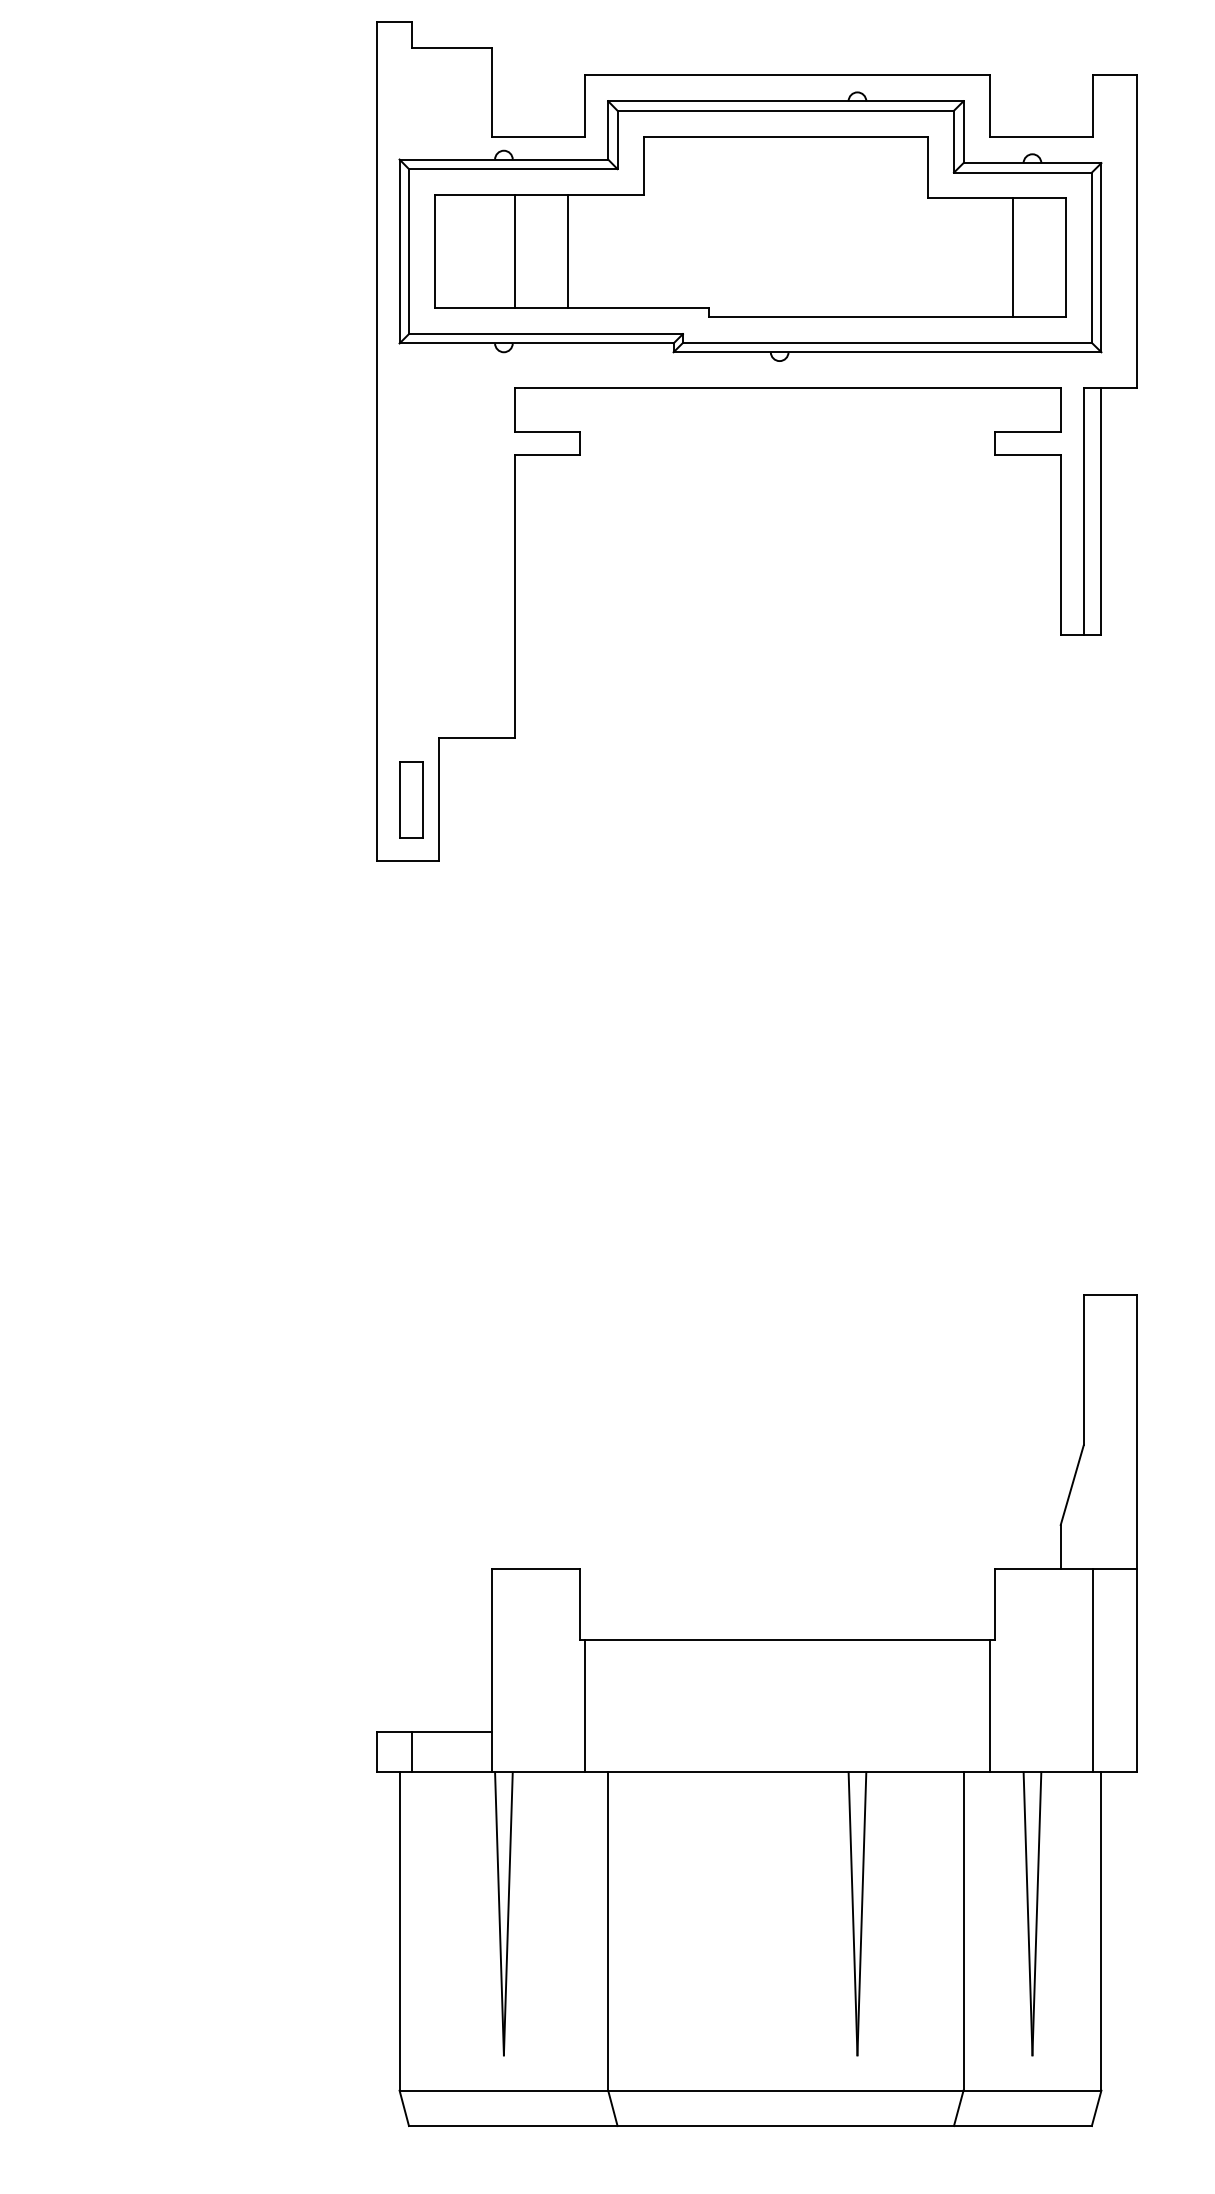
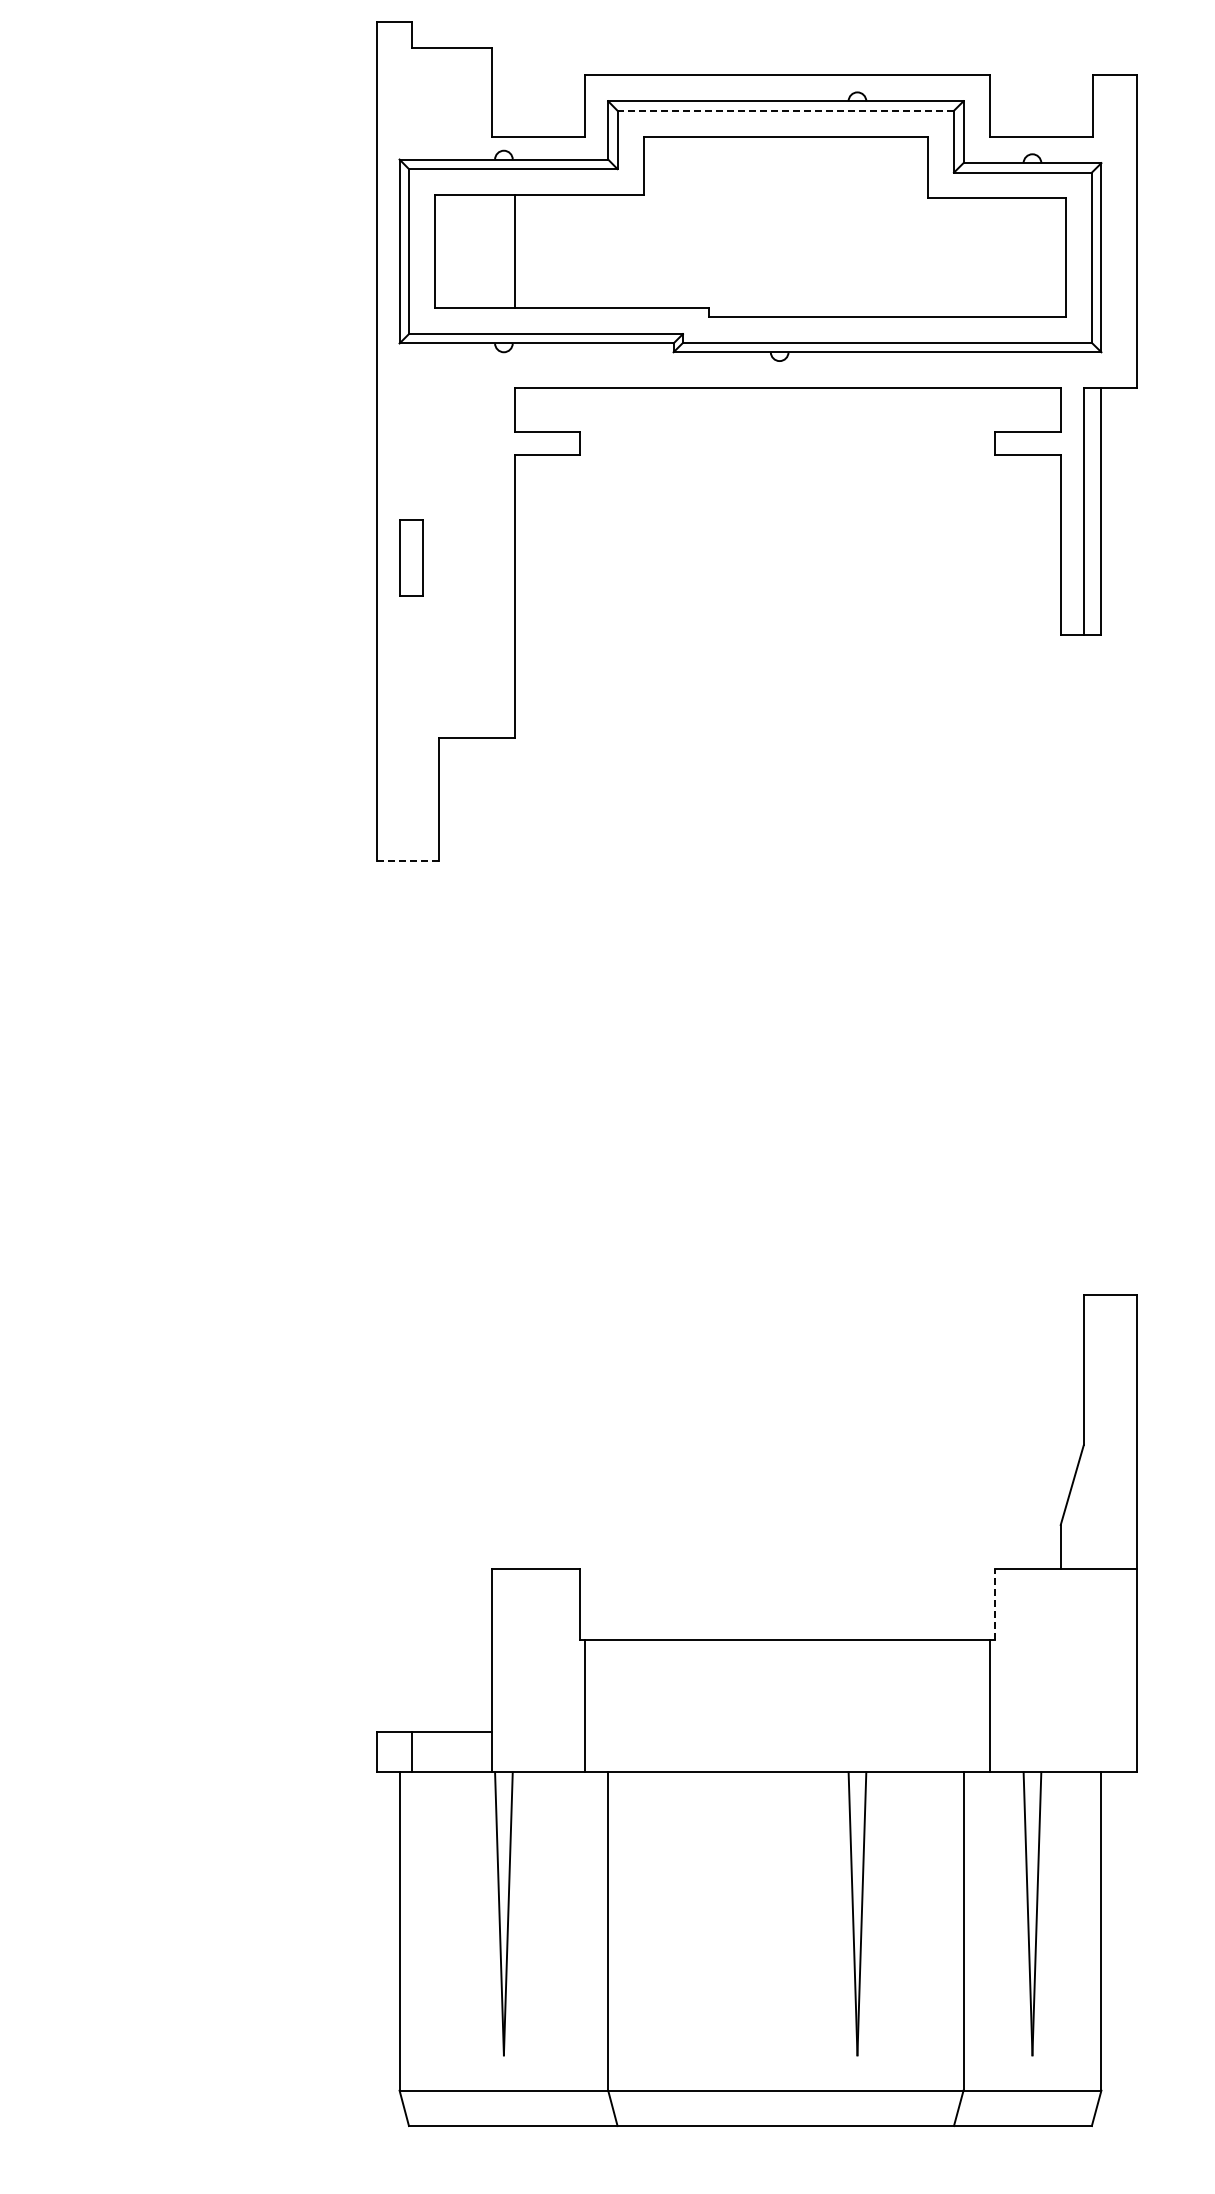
line at (785, 110): solid -> dashed
line at (567, 251): present -> none
line at (1013, 257): present -> none
part at (411, 799) position: (411, 799) -> (411, 557)
line at (407, 861): solid -> dashed
line at (995, 1604): solid -> dashed
line at (1092, 1670): present -> none
